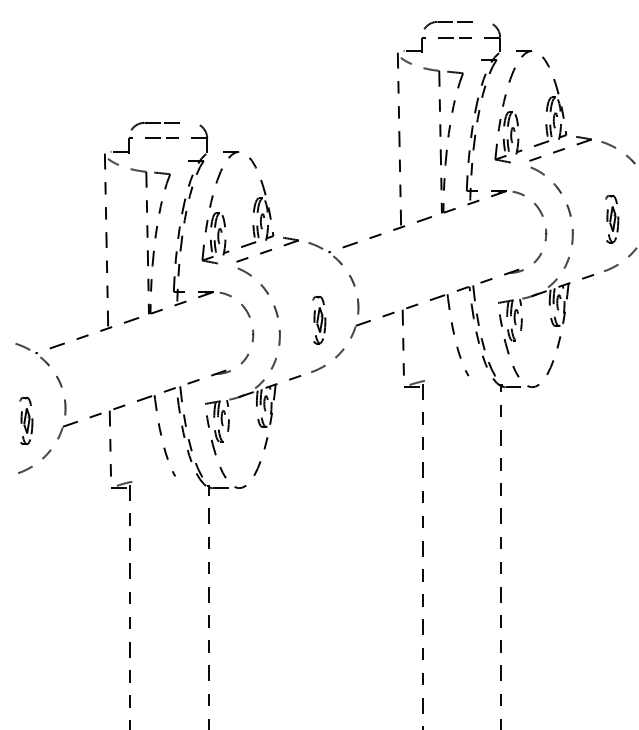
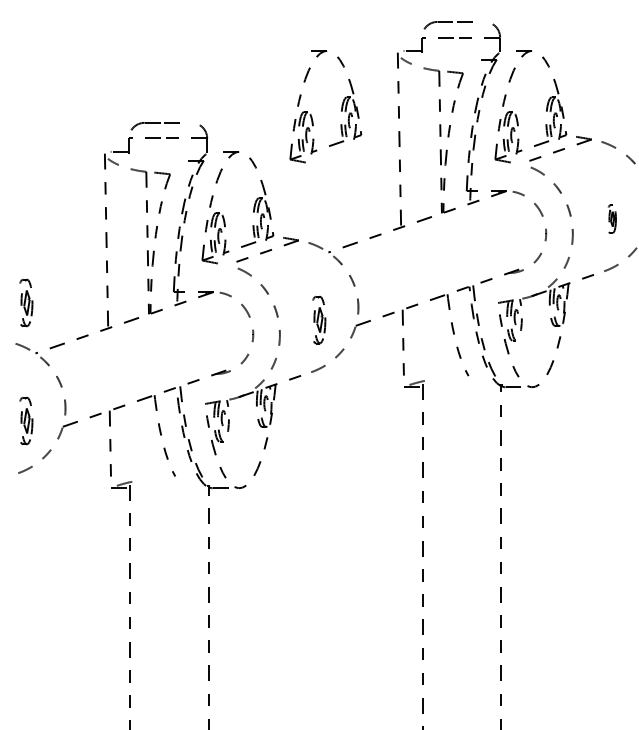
part at (341, 106): none -> present
part at (612, 219) size: 15x49 px -> 10x30 px
part at (26, 302): none -> present
